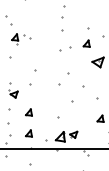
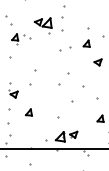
part at (42, 25): none -> present
part at (97, 62) size: 14x13 px -> 10x9 px
part at (28, 133): present -> none
